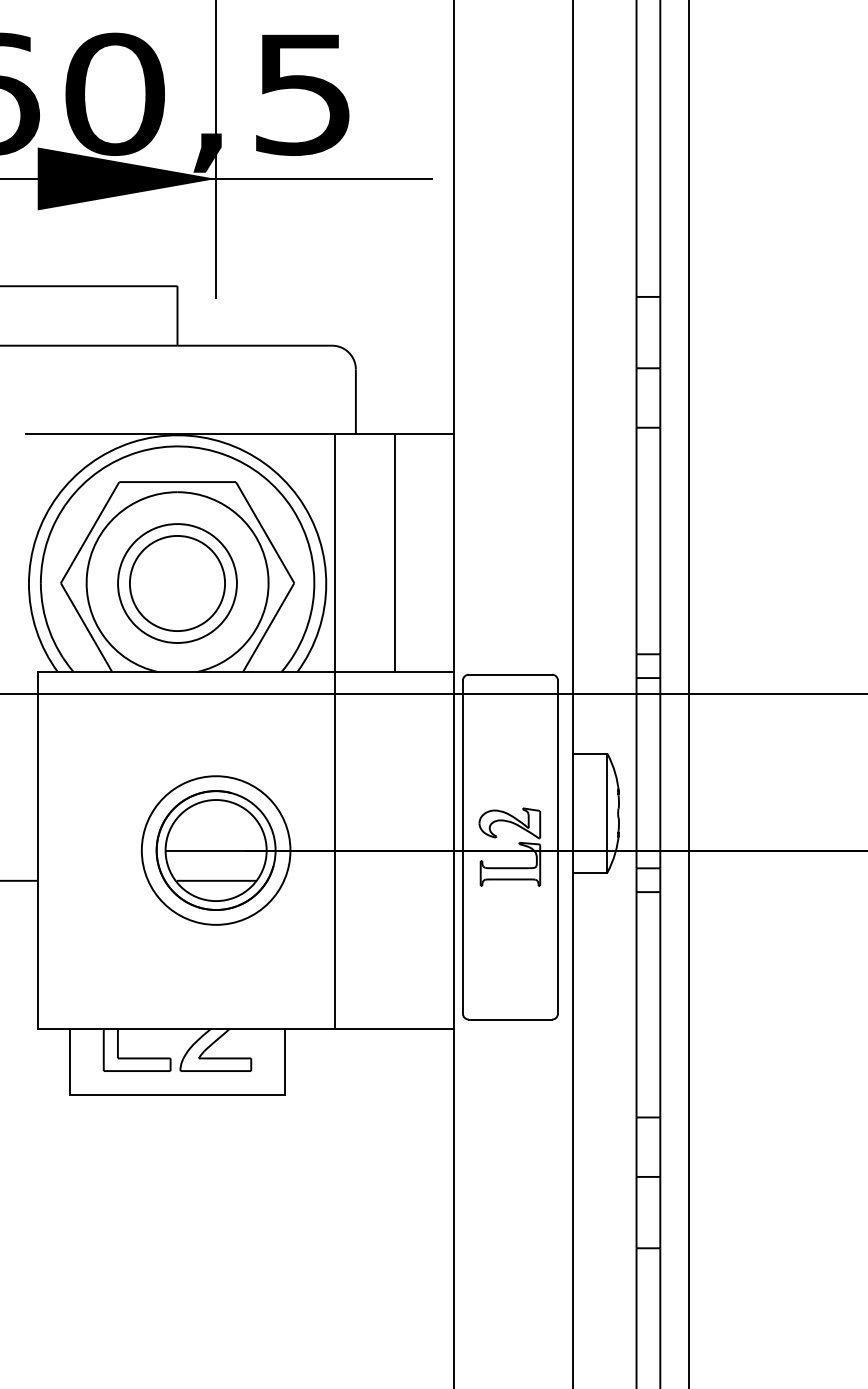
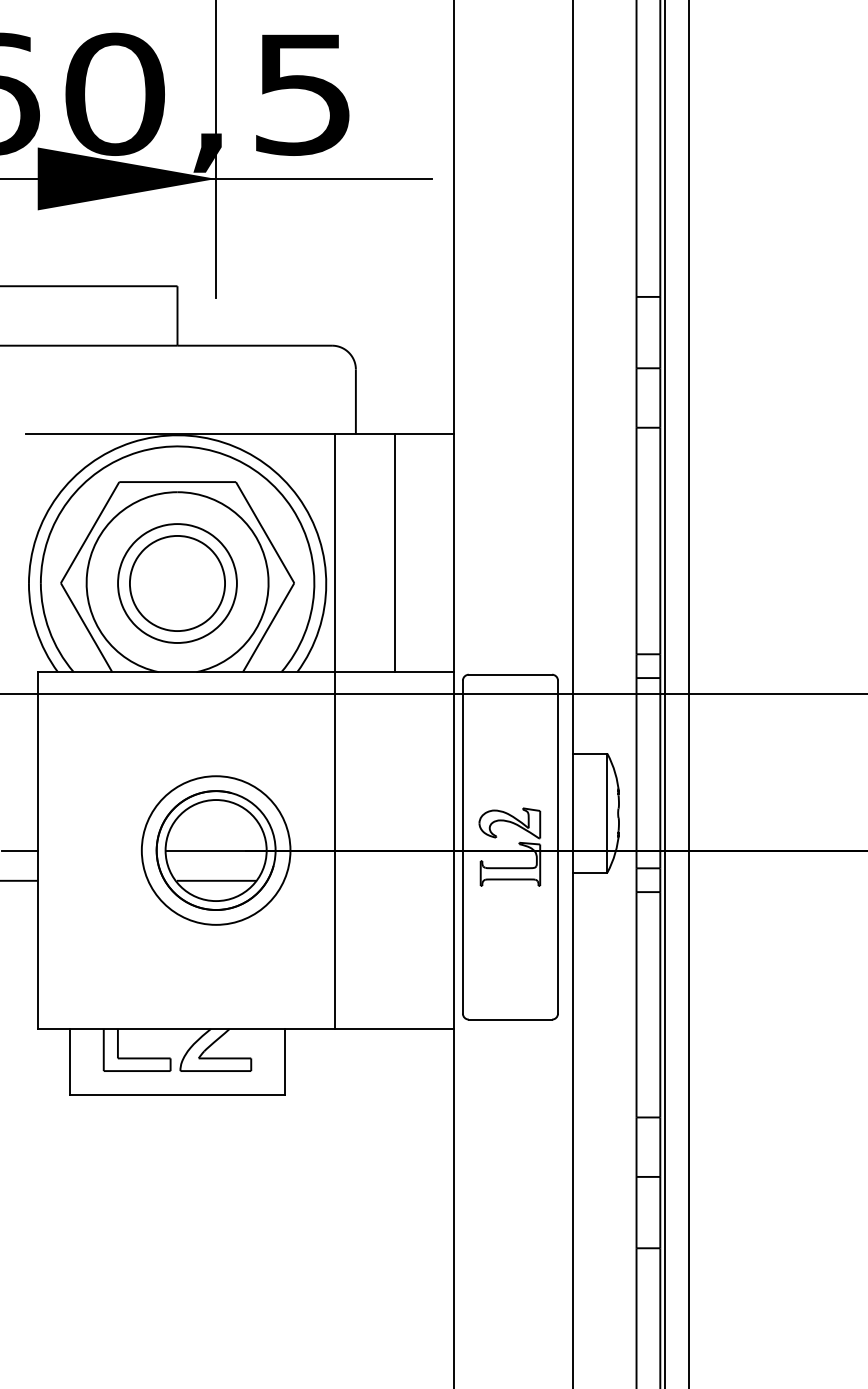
line at (665, 693): none -> present
line at (19, 850): none -> present
